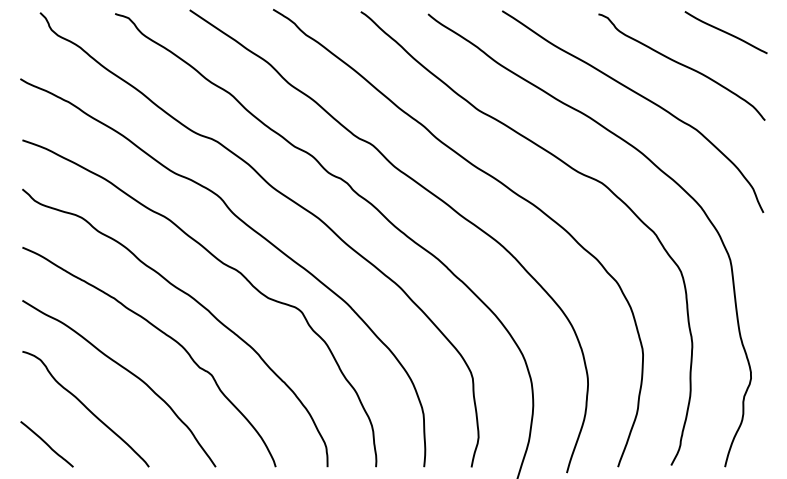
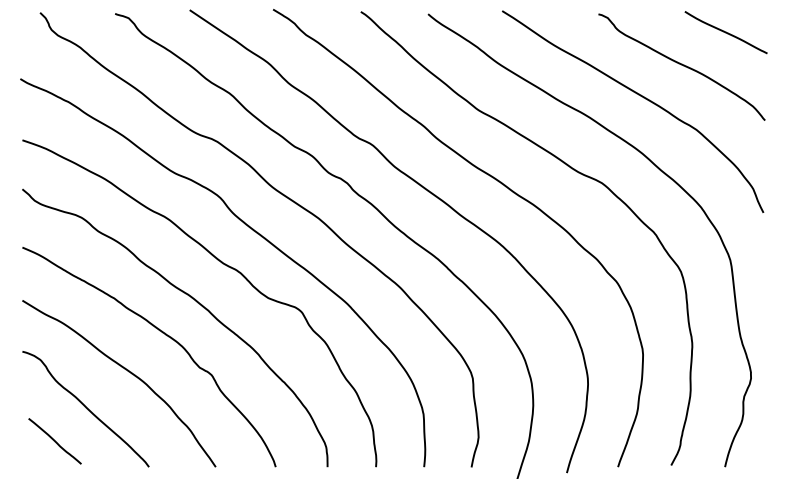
line at (46, 444) position: (46, 444) -> (54, 441)
